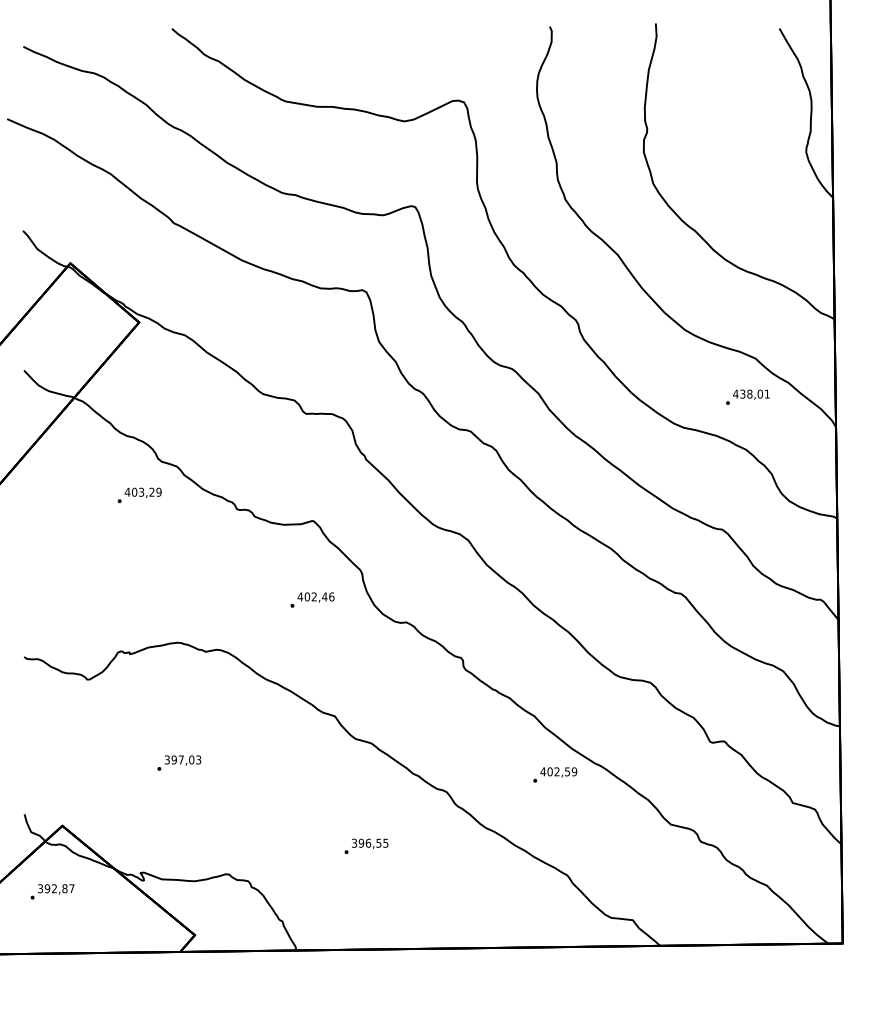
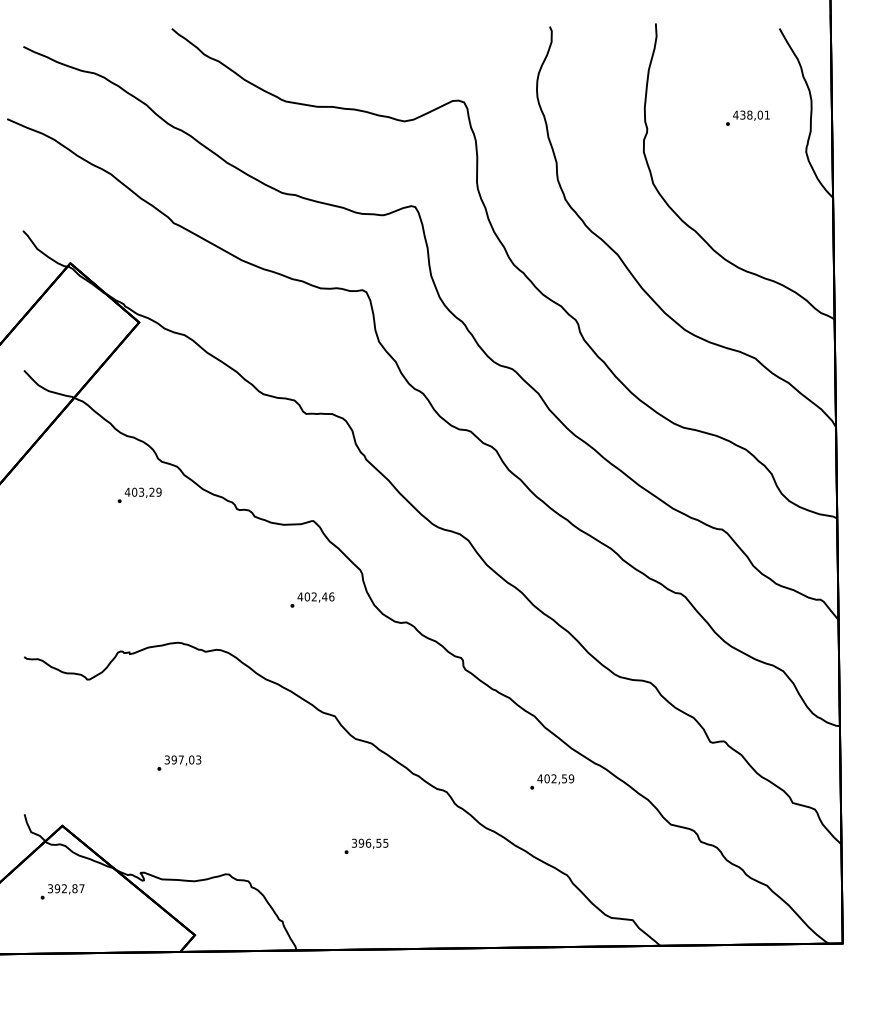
text at (747, 396) position: (747, 396) -> (747, 117)
text at (555, 774) position: (555, 774) -> (552, 781)
text at (52, 891) position: (52, 891) -> (62, 891)
